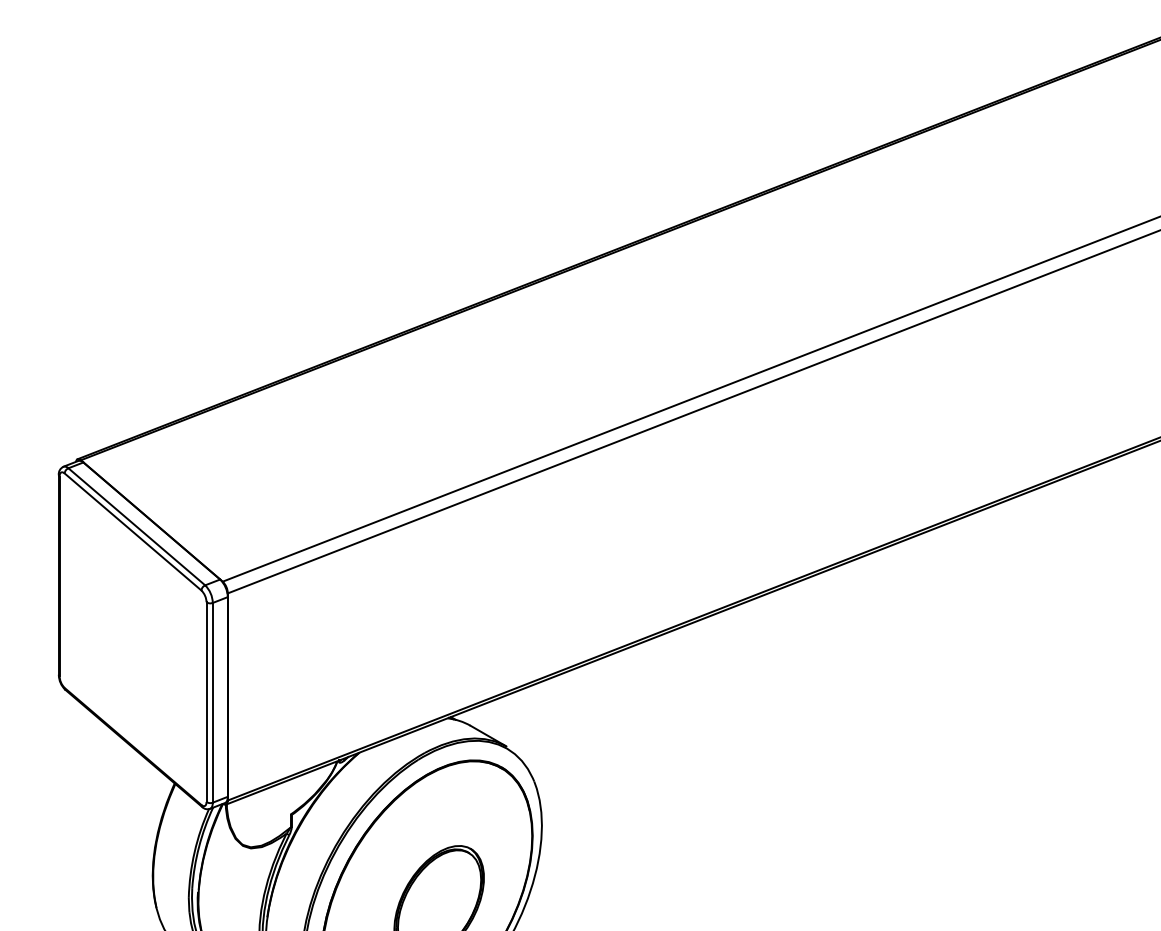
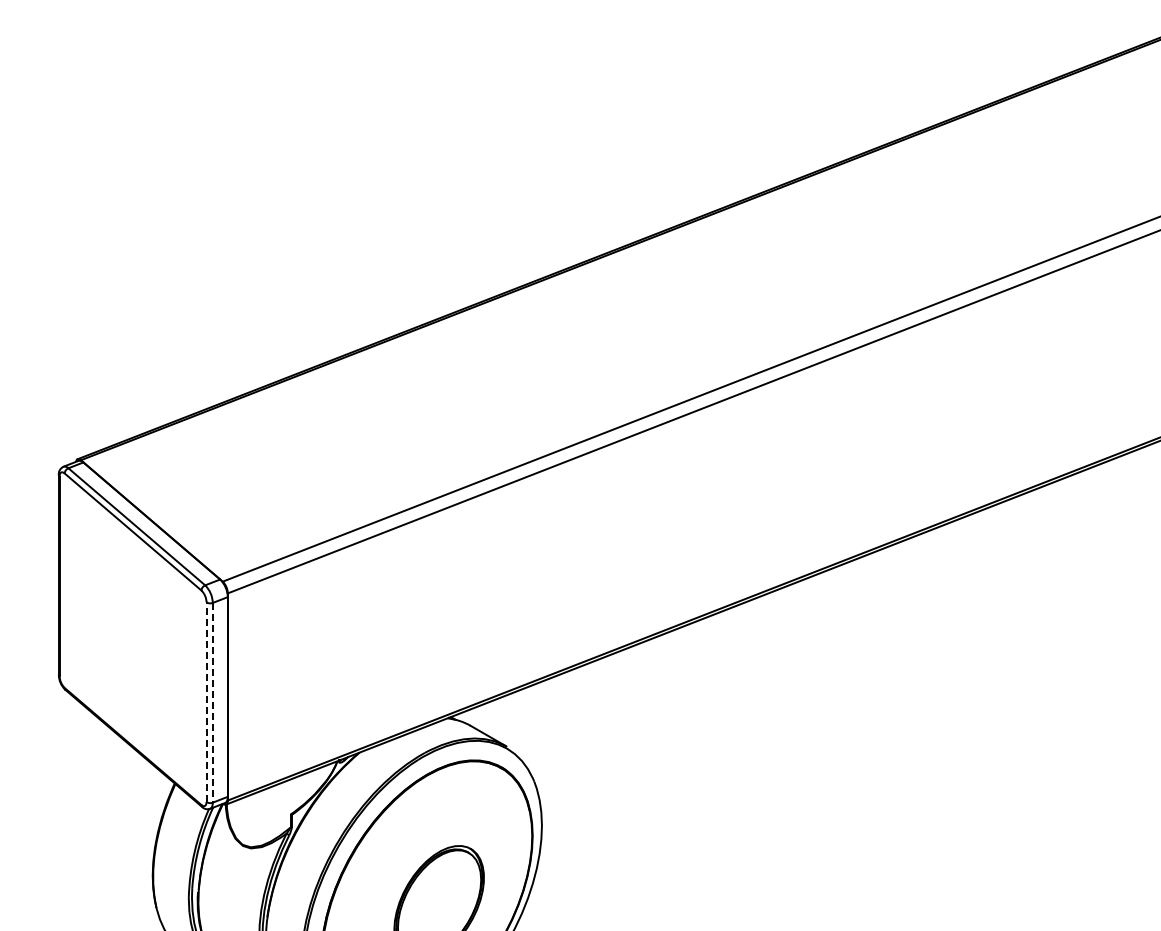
line at (206, 702): solid -> dashed
line at (212, 702): solid -> dashed
